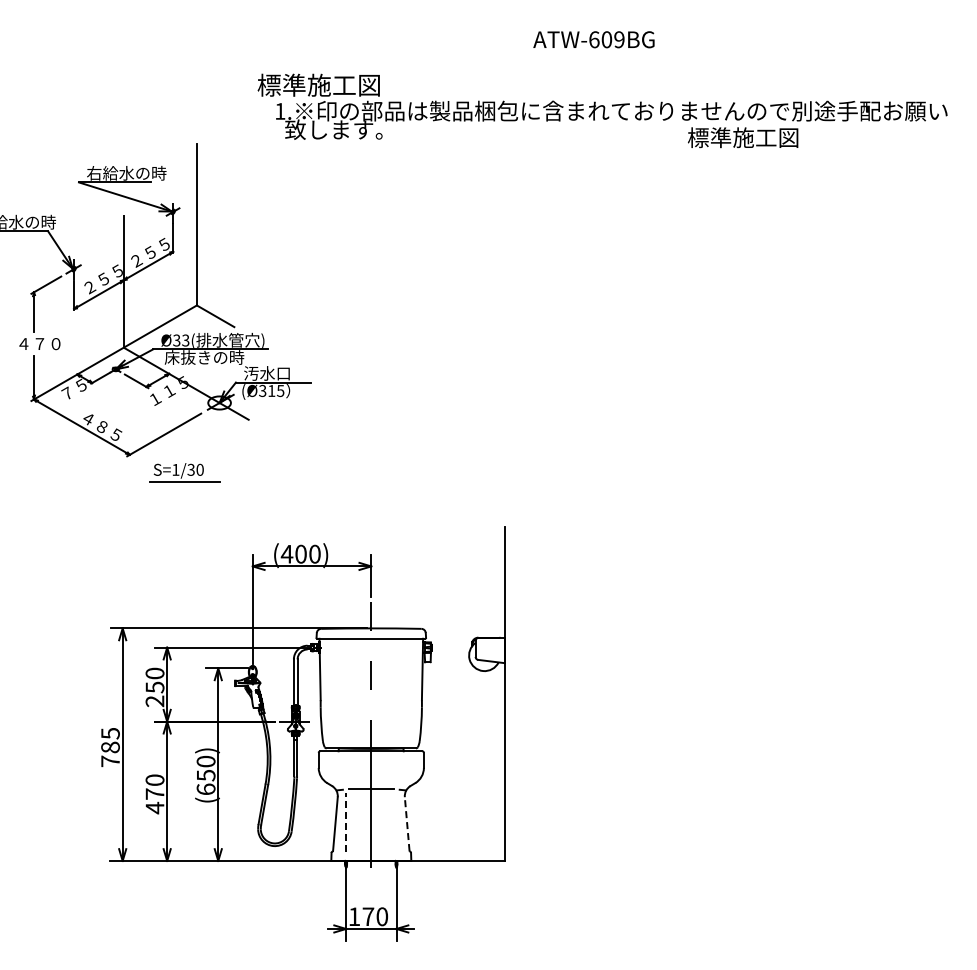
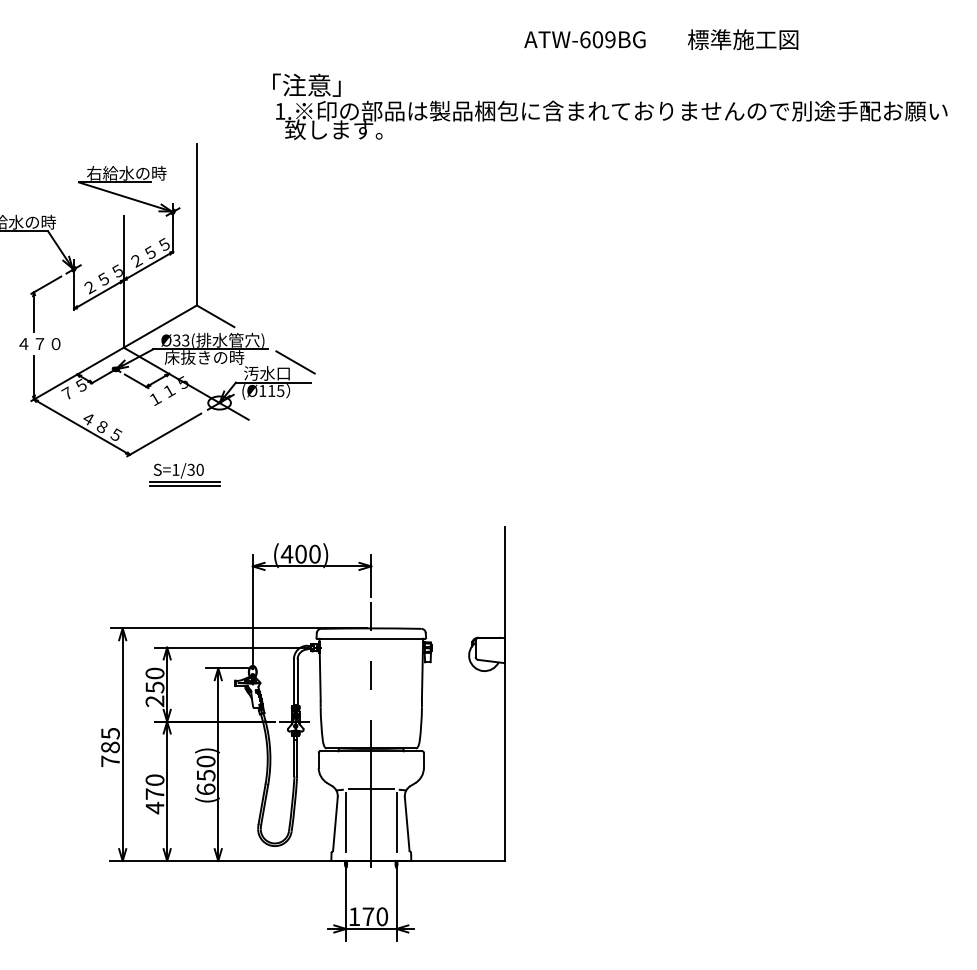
text at (593, 39) position: (593, 39) -> (584, 39)
text at (318, 84): 標準施工図 -> 「注意」
text at (743, 137) position: (743, 137) -> (743, 39)
line at (295, 362): none -> present
text at (262, 390): (Ø315 -> (Ø115
line at (184, 485): none -> present
line at (346, 822): dashed -> solid
line at (396, 822): none -> present
line at (407, 823): dashed -> solid
